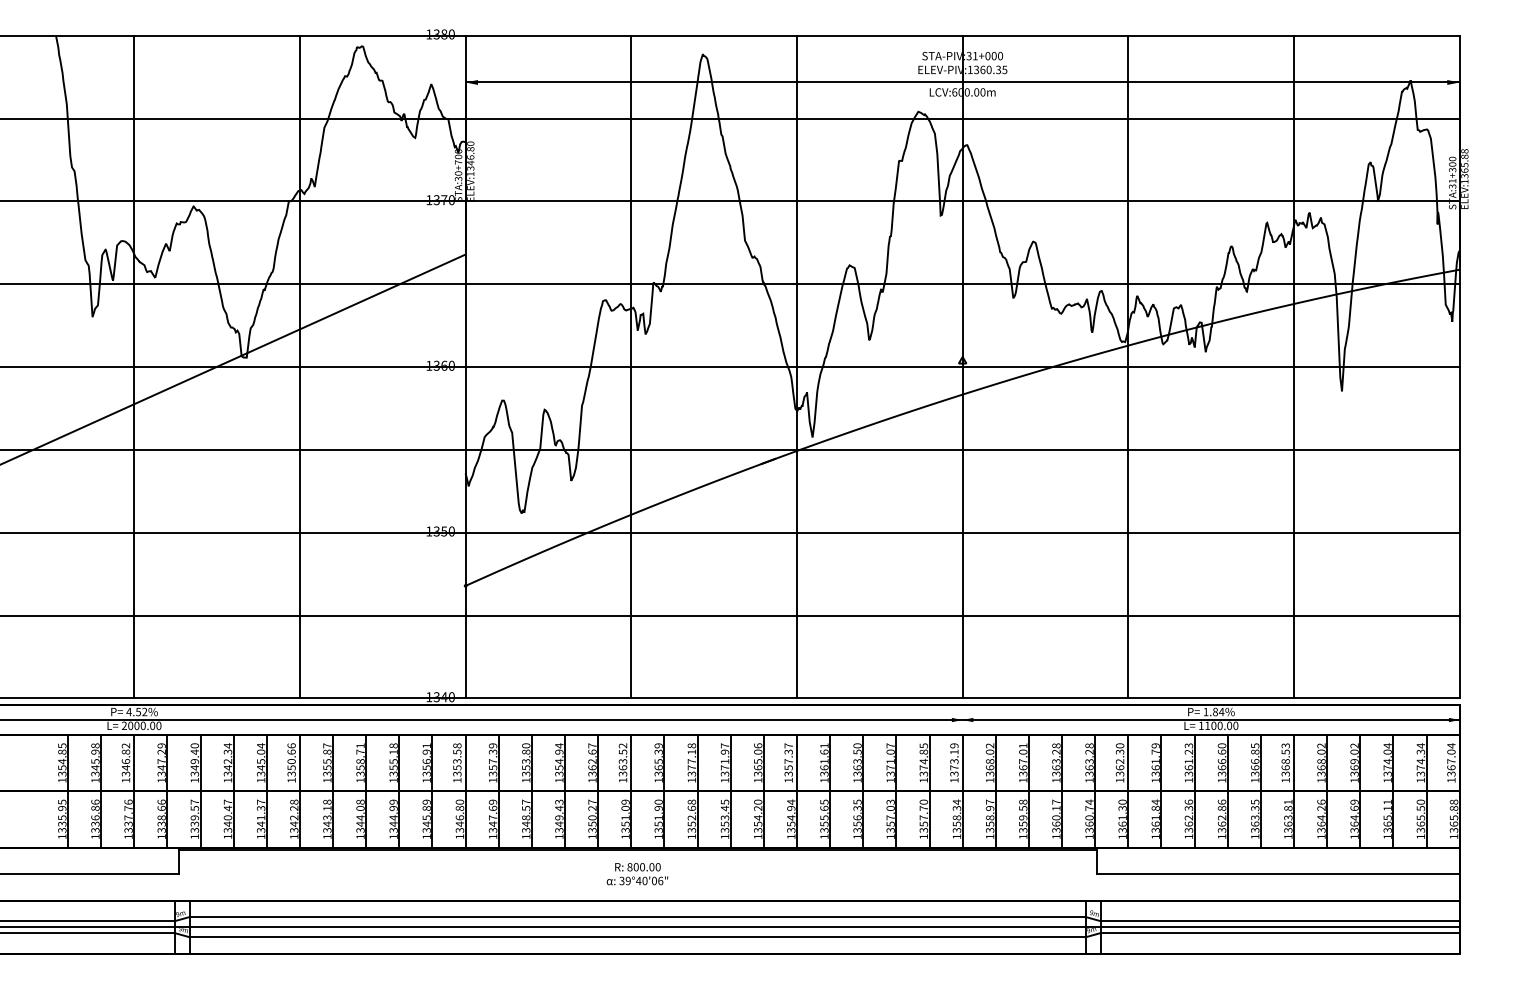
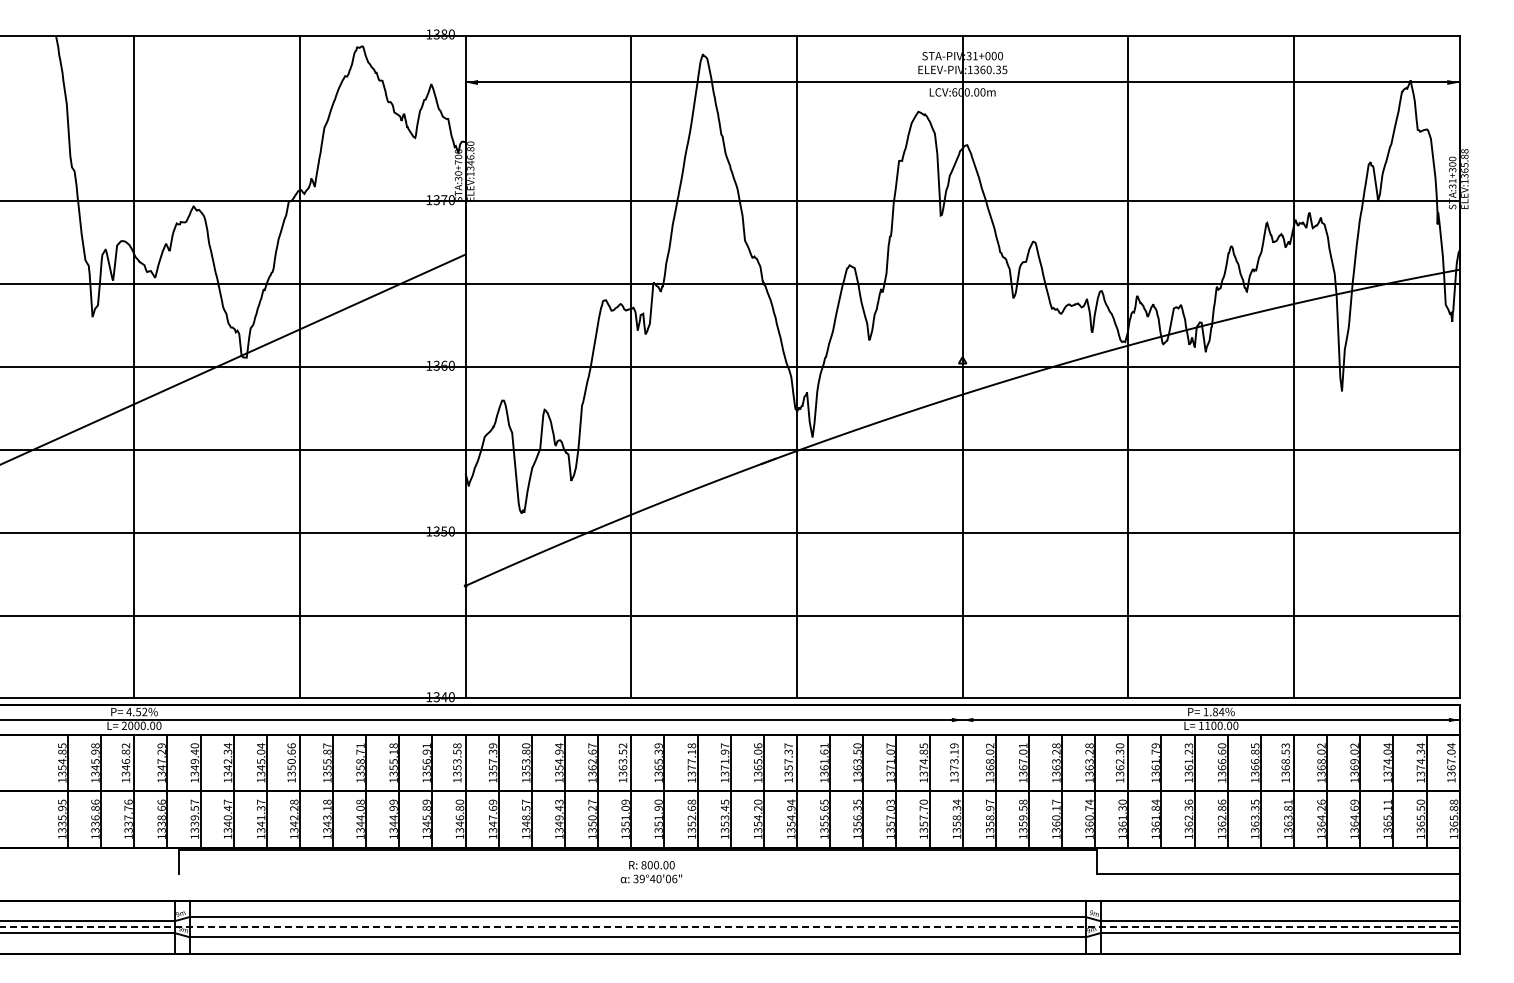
line at (730, 118): present -> none
line at (90, 874): present -> none
text at (637, 874) position: (637, 874) -> (651, 872)
line at (730, 927): solid -> dashed
